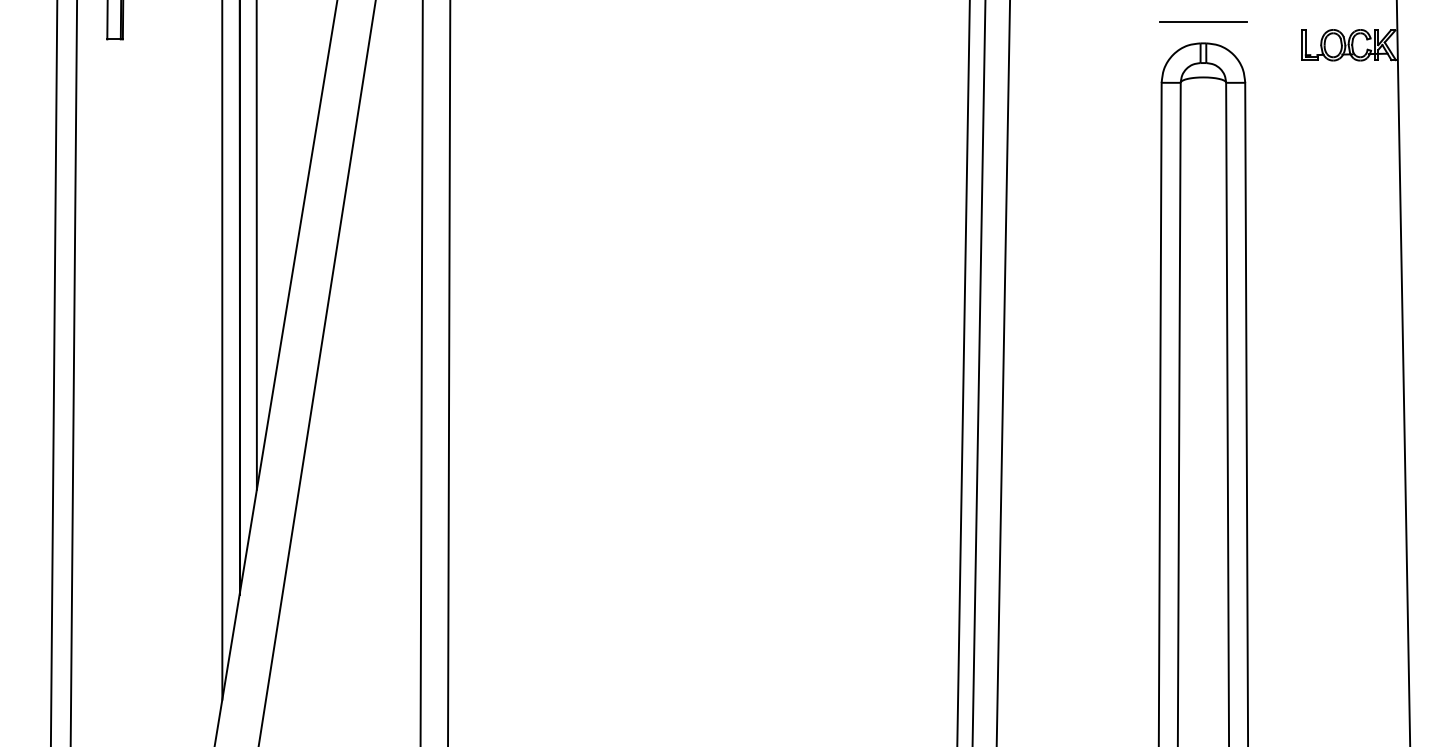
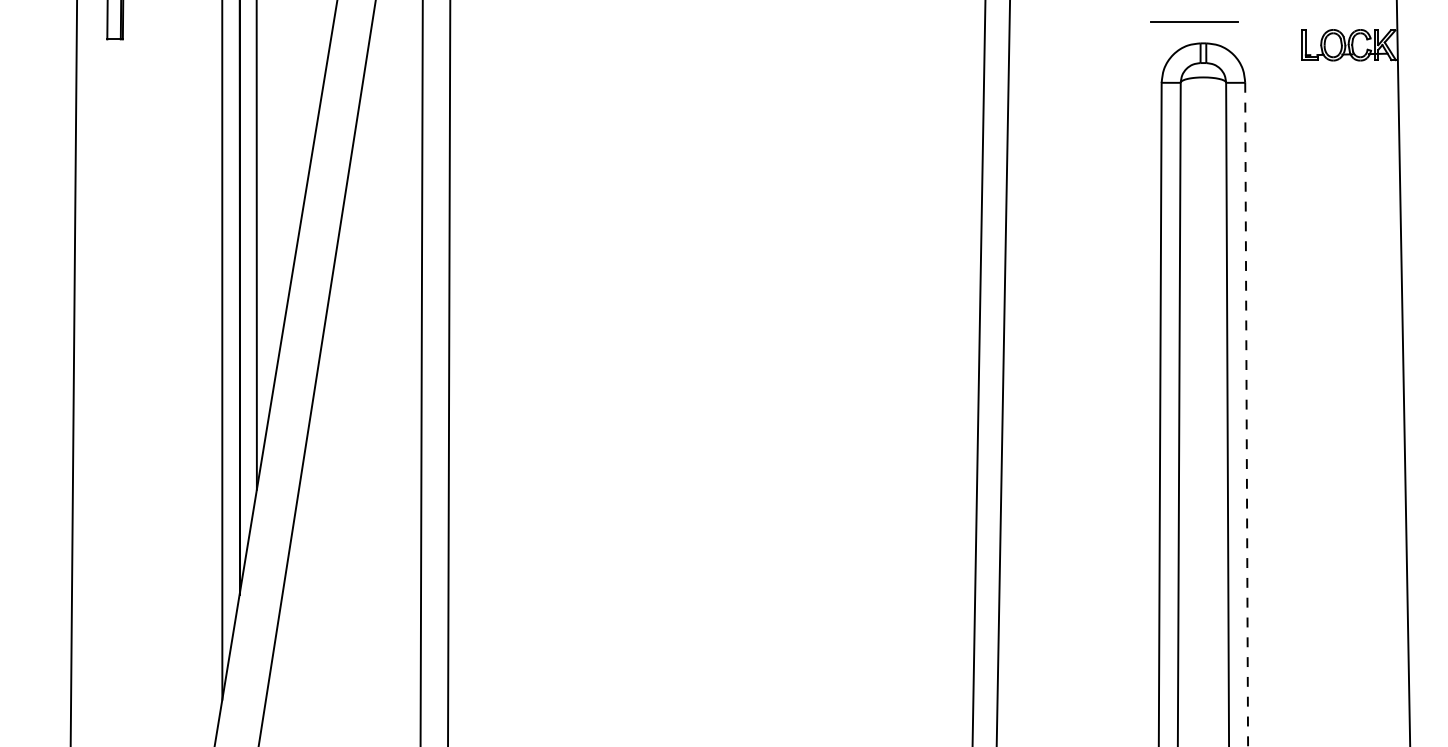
line at (1203, 21) position: (1203, 21) -> (1194, 21)
line at (53, 372): present -> none
line at (963, 372): present -> none
line at (1246, 414): solid -> dashed
